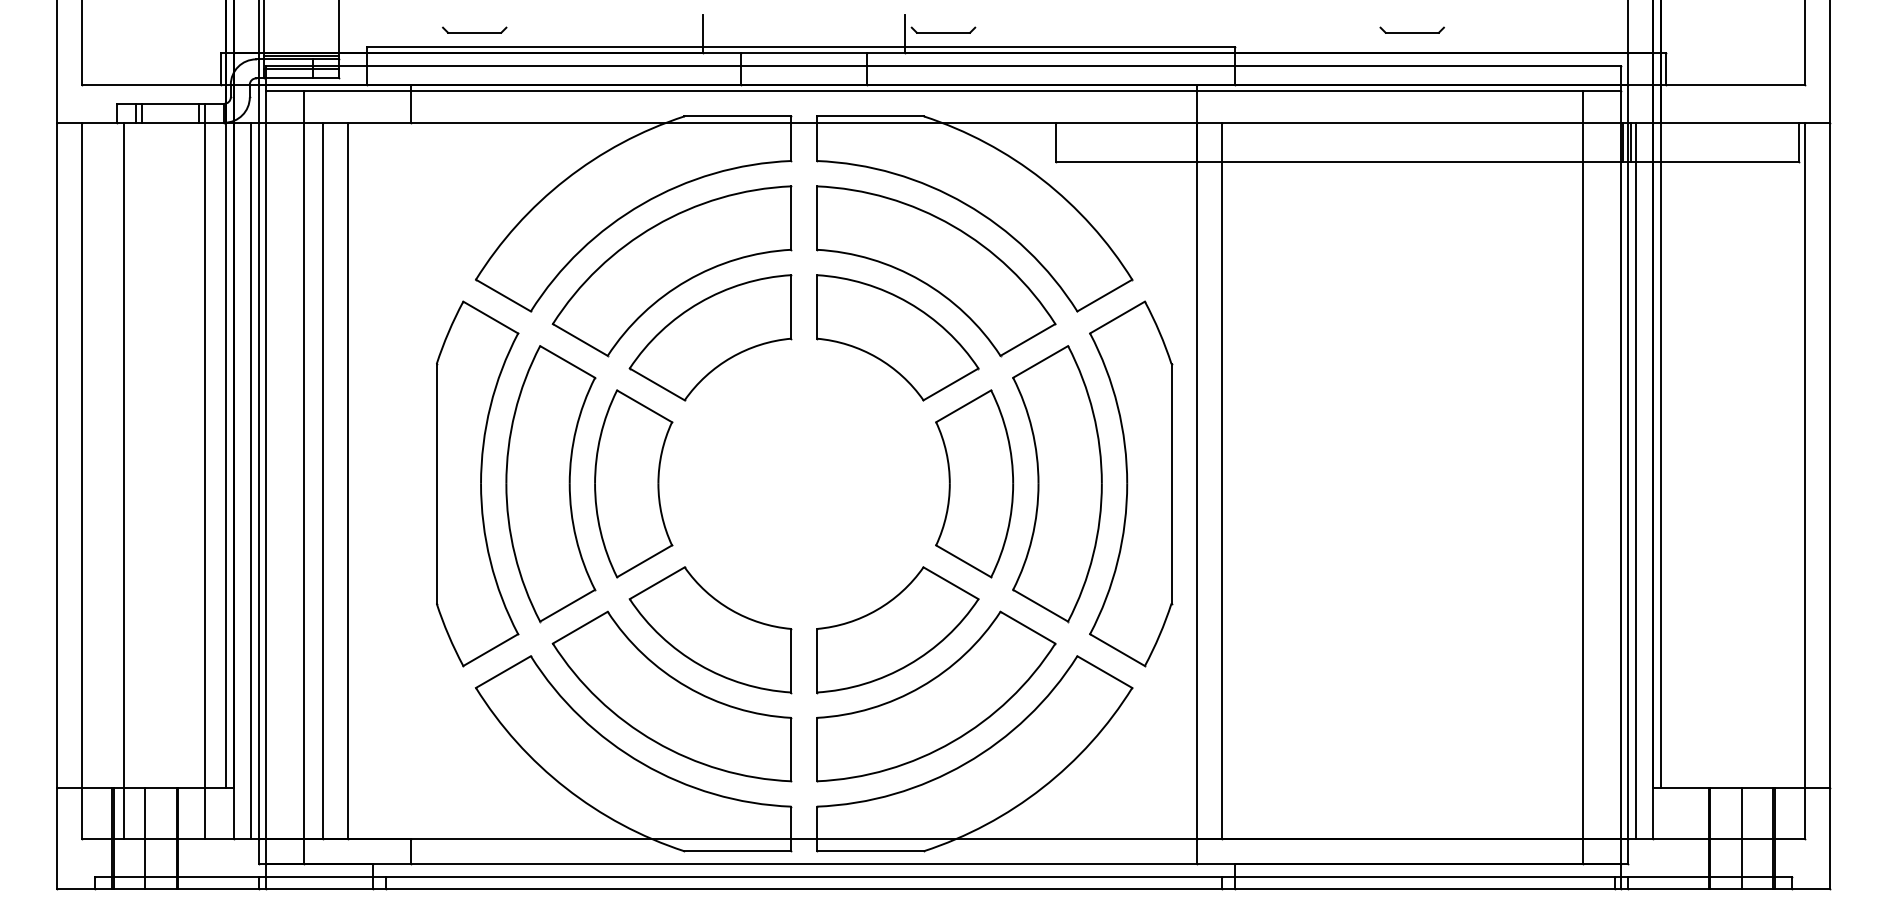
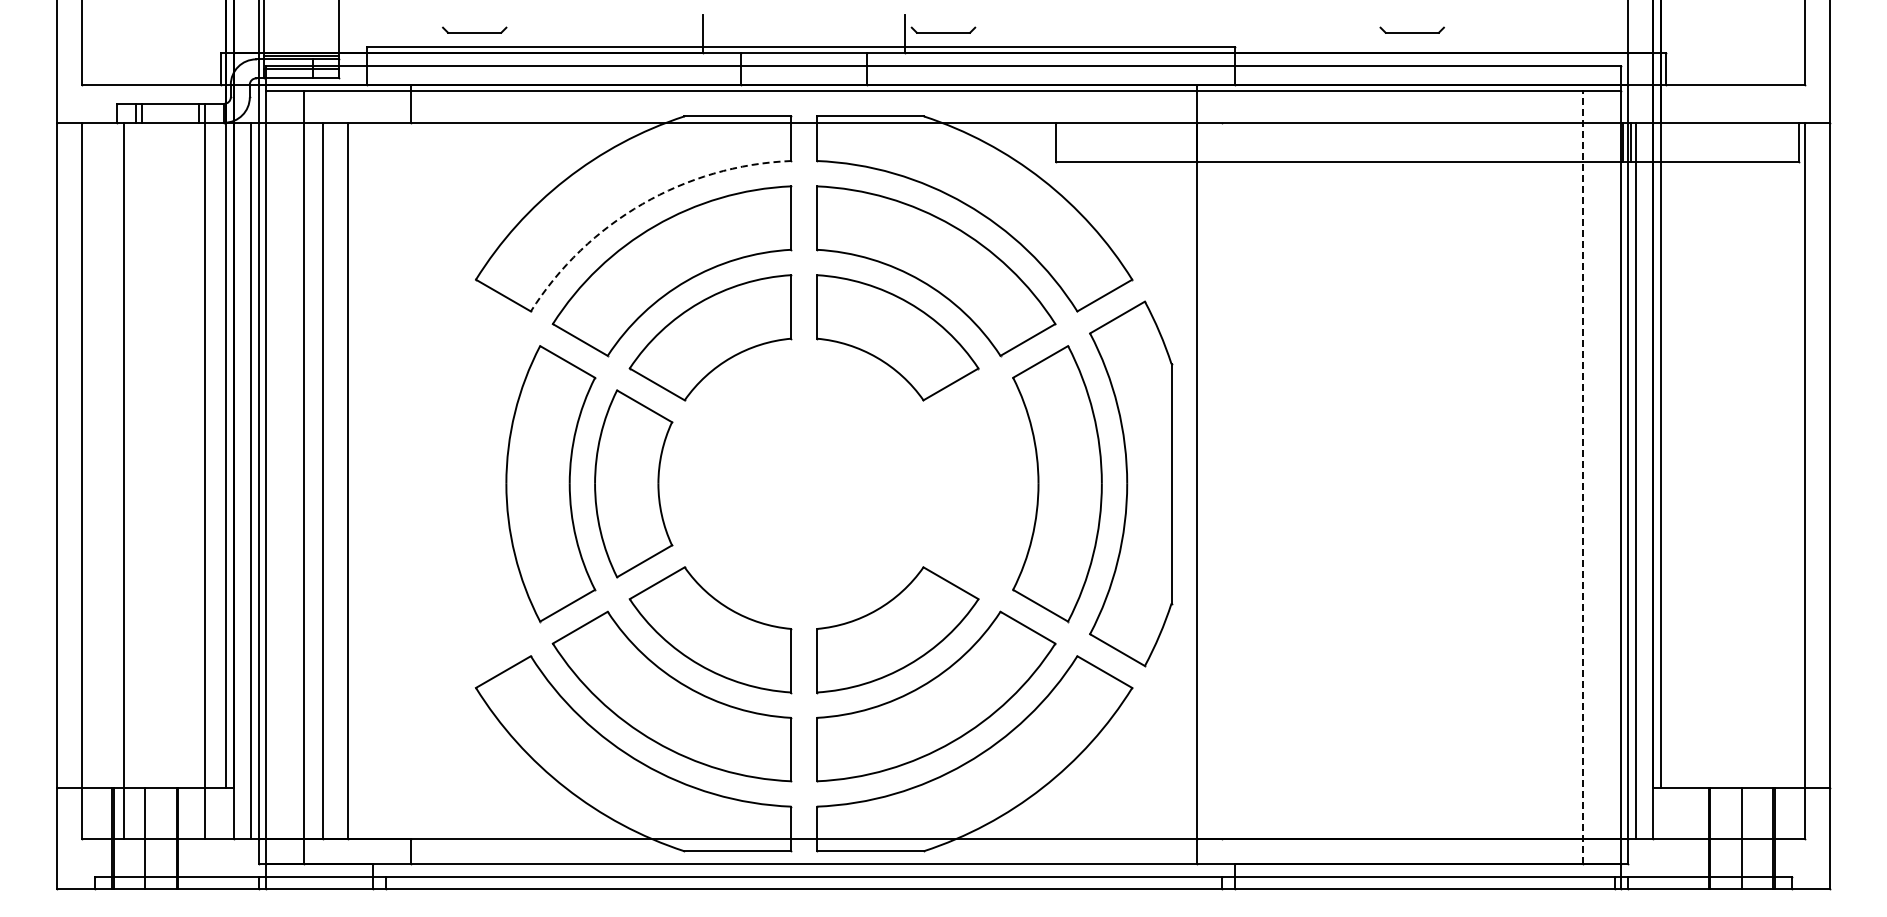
arc at (642, 204): solid -> dashed
line at (1583, 477): solid -> dashed
line at (1222, 480): present -> none
part at (477, 483): present -> none
part at (974, 483): present -> none
